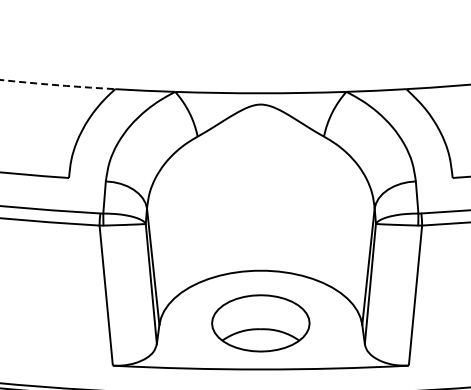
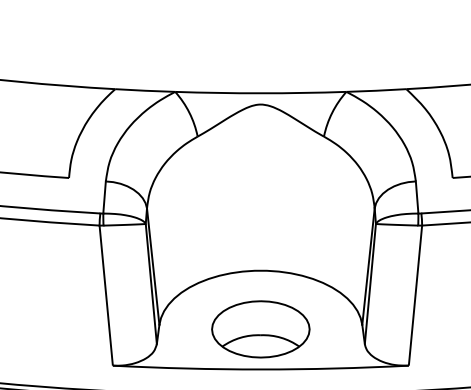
arc at (58, 85): dashed -> solid
part at (260, 323) position: (260, 323) -> (260, 329)
